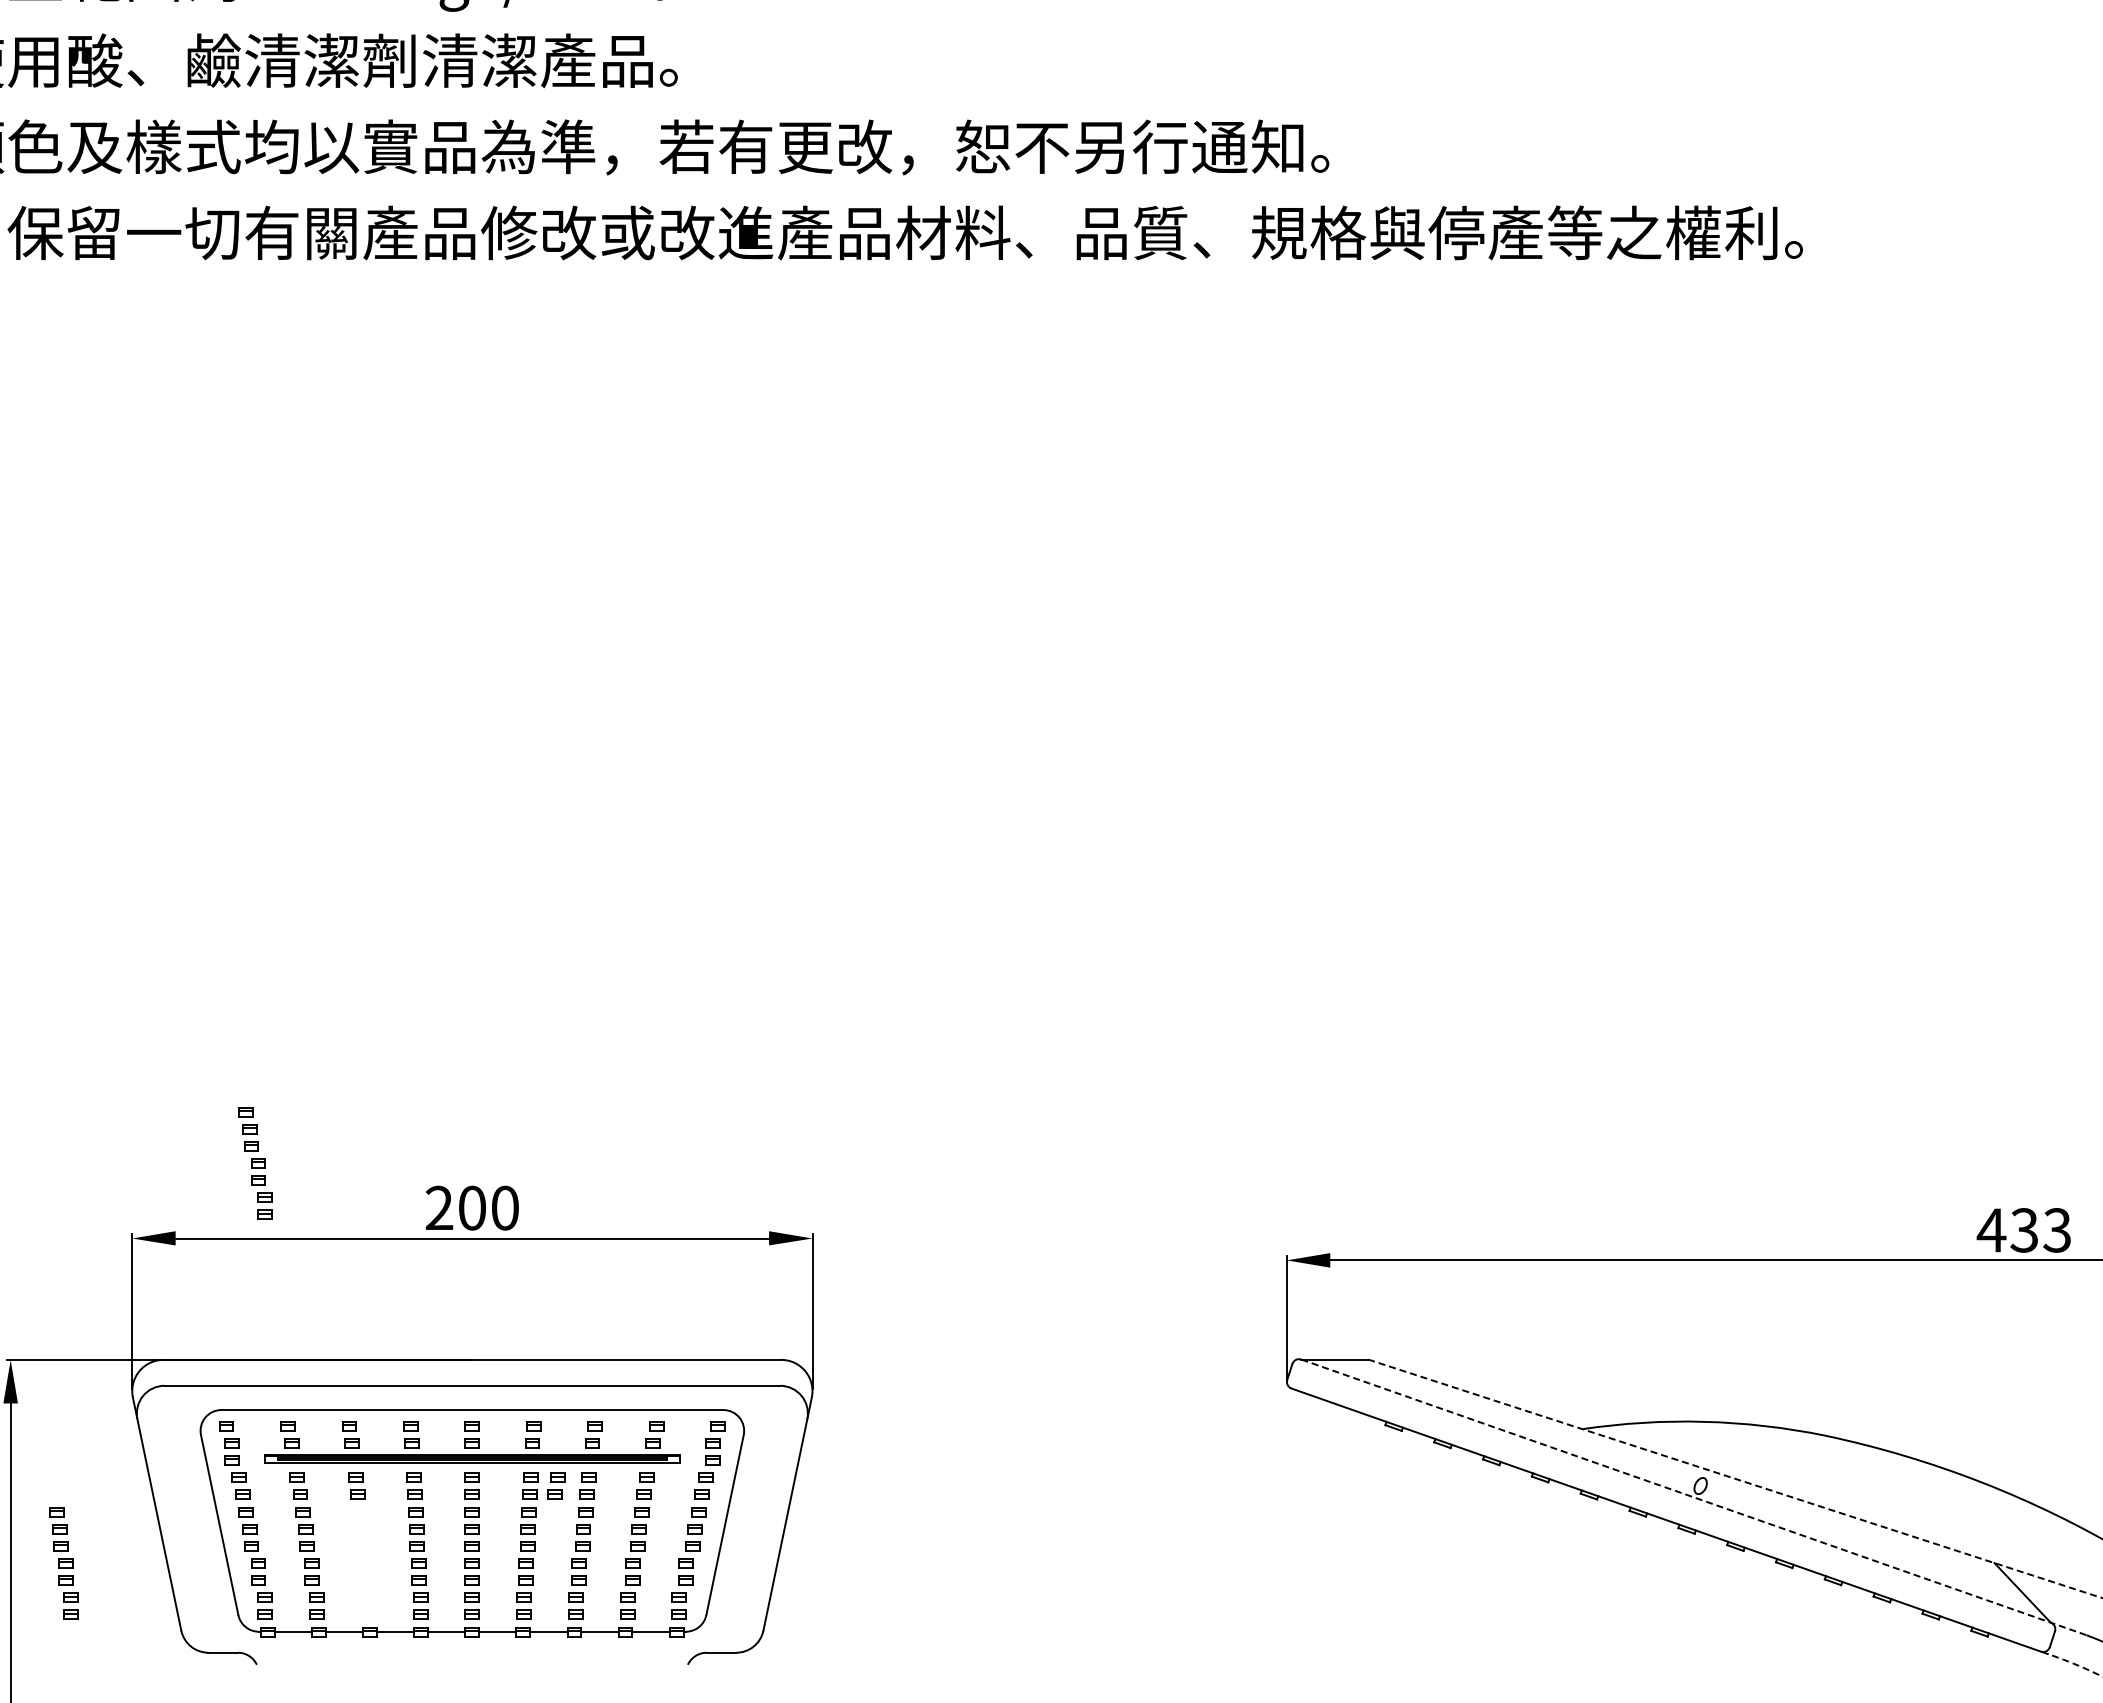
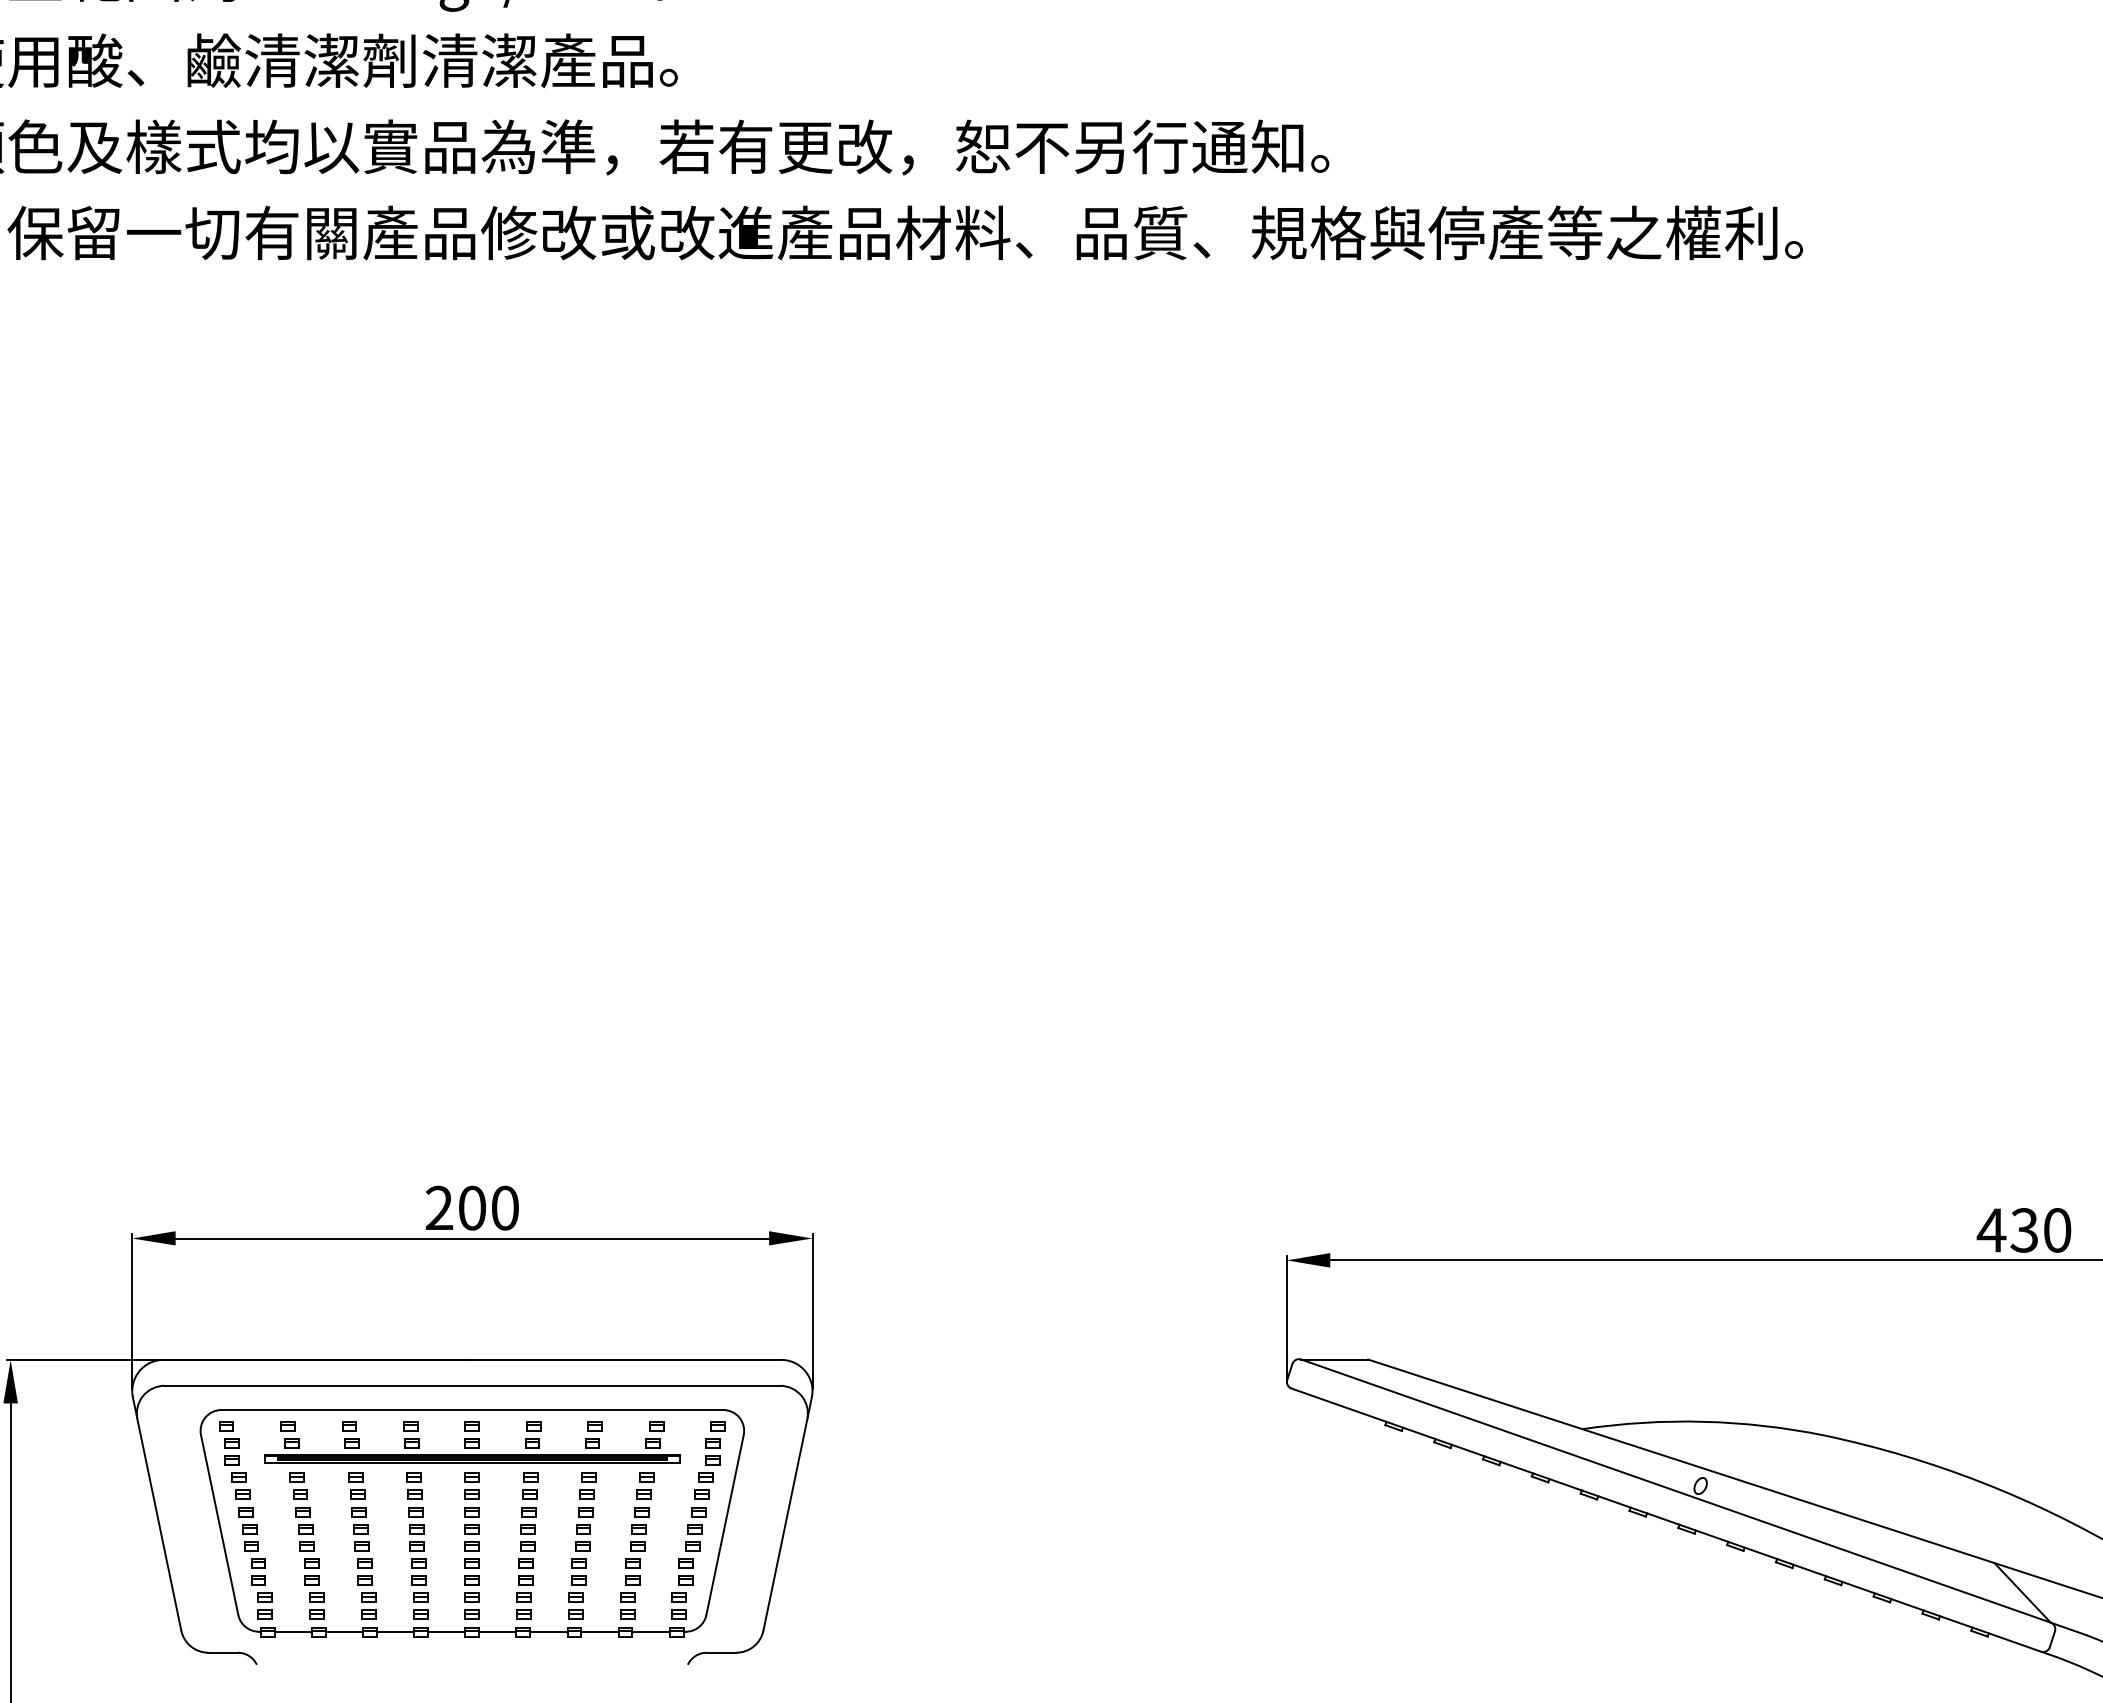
part at (255, 1163): present -> none
text at (2057, 1230): 433 -> 430
line at (1735, 1478): dashed -> solid
part at (556, 1485): present -> none
line at (1694, 1497): dashed -> solid
part at (63, 1563): present -> none
part at (363, 1563): none -> present
arc at (2075, 1664): dashed -> solid
